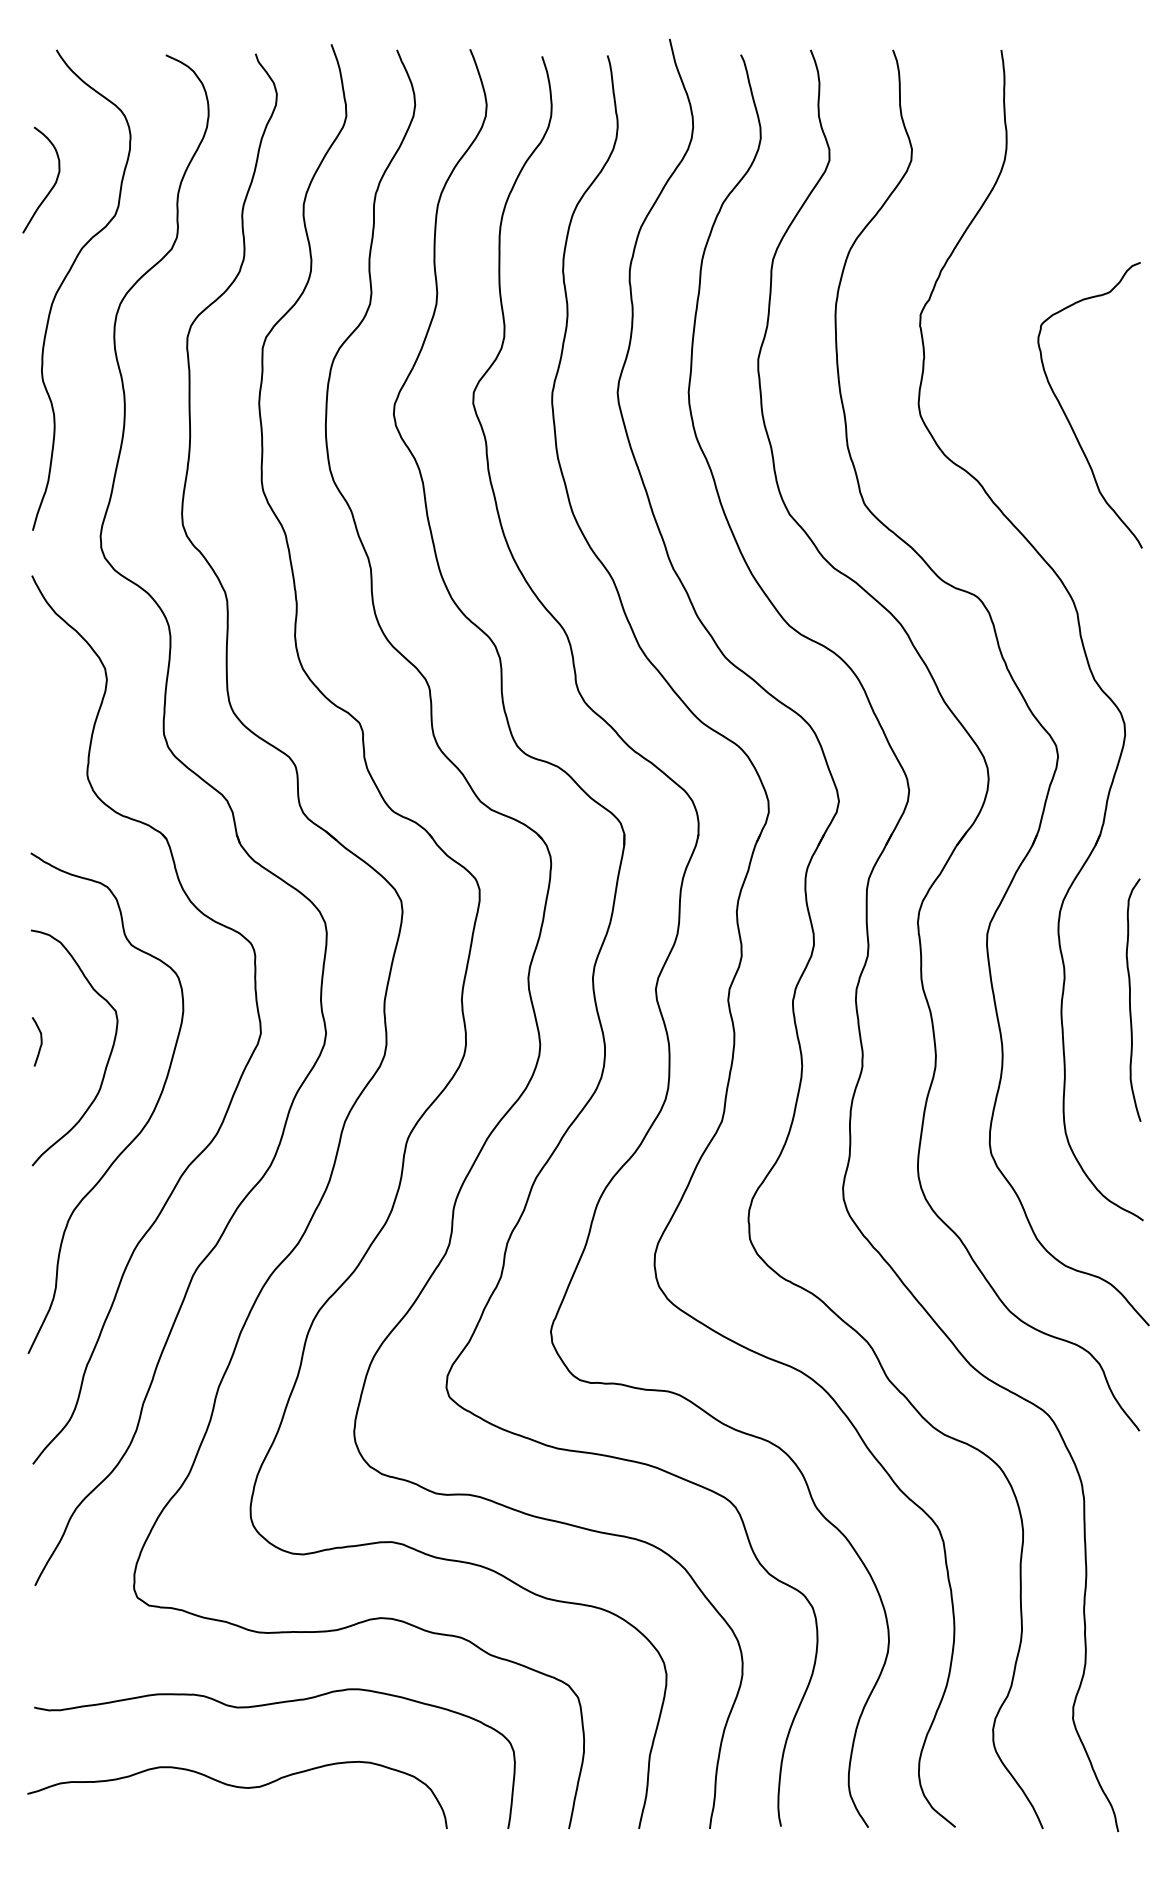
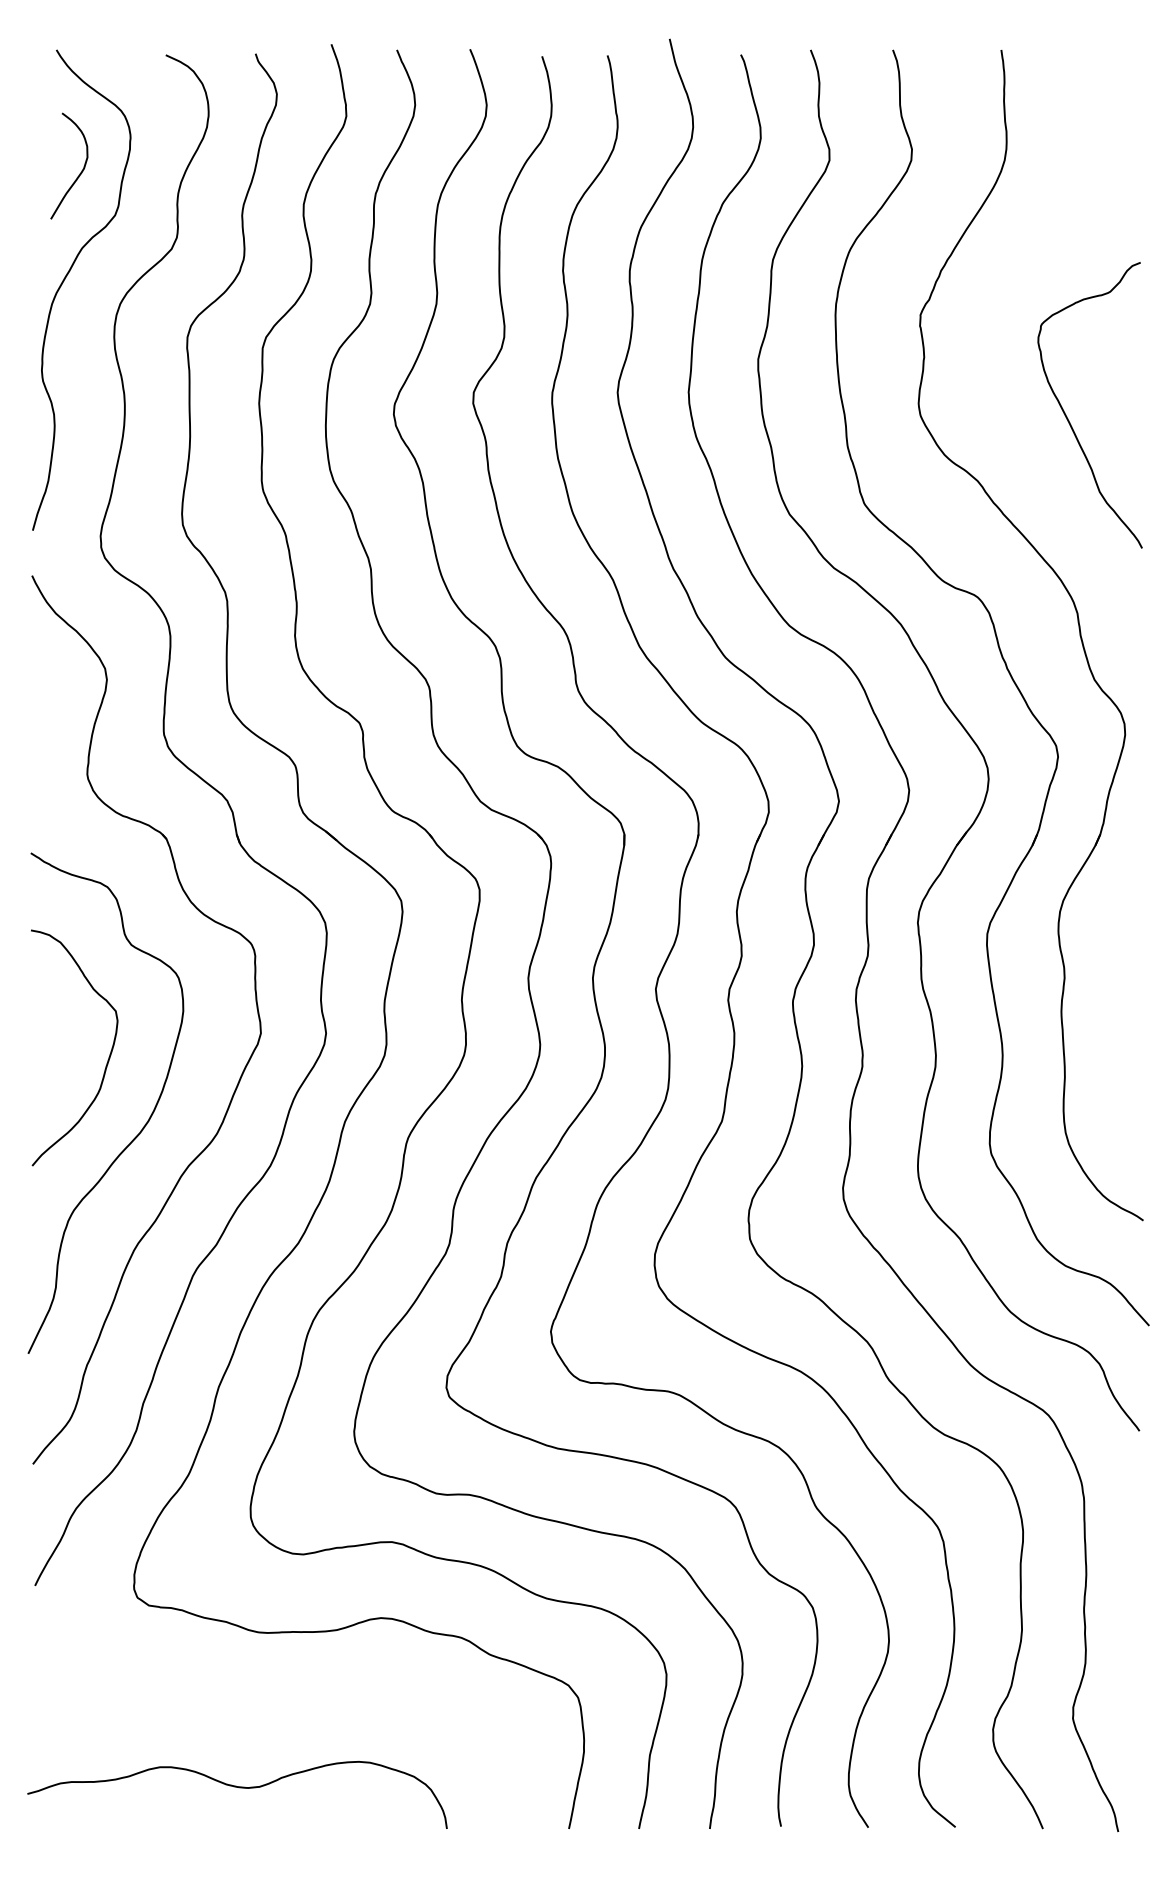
curve at (51, 187) position: (51, 187) -> (79, 173)
curve at (1130, 999): present -> none
curve at (40, 1041): present -> none
curve at (263, 1706): present -> none
